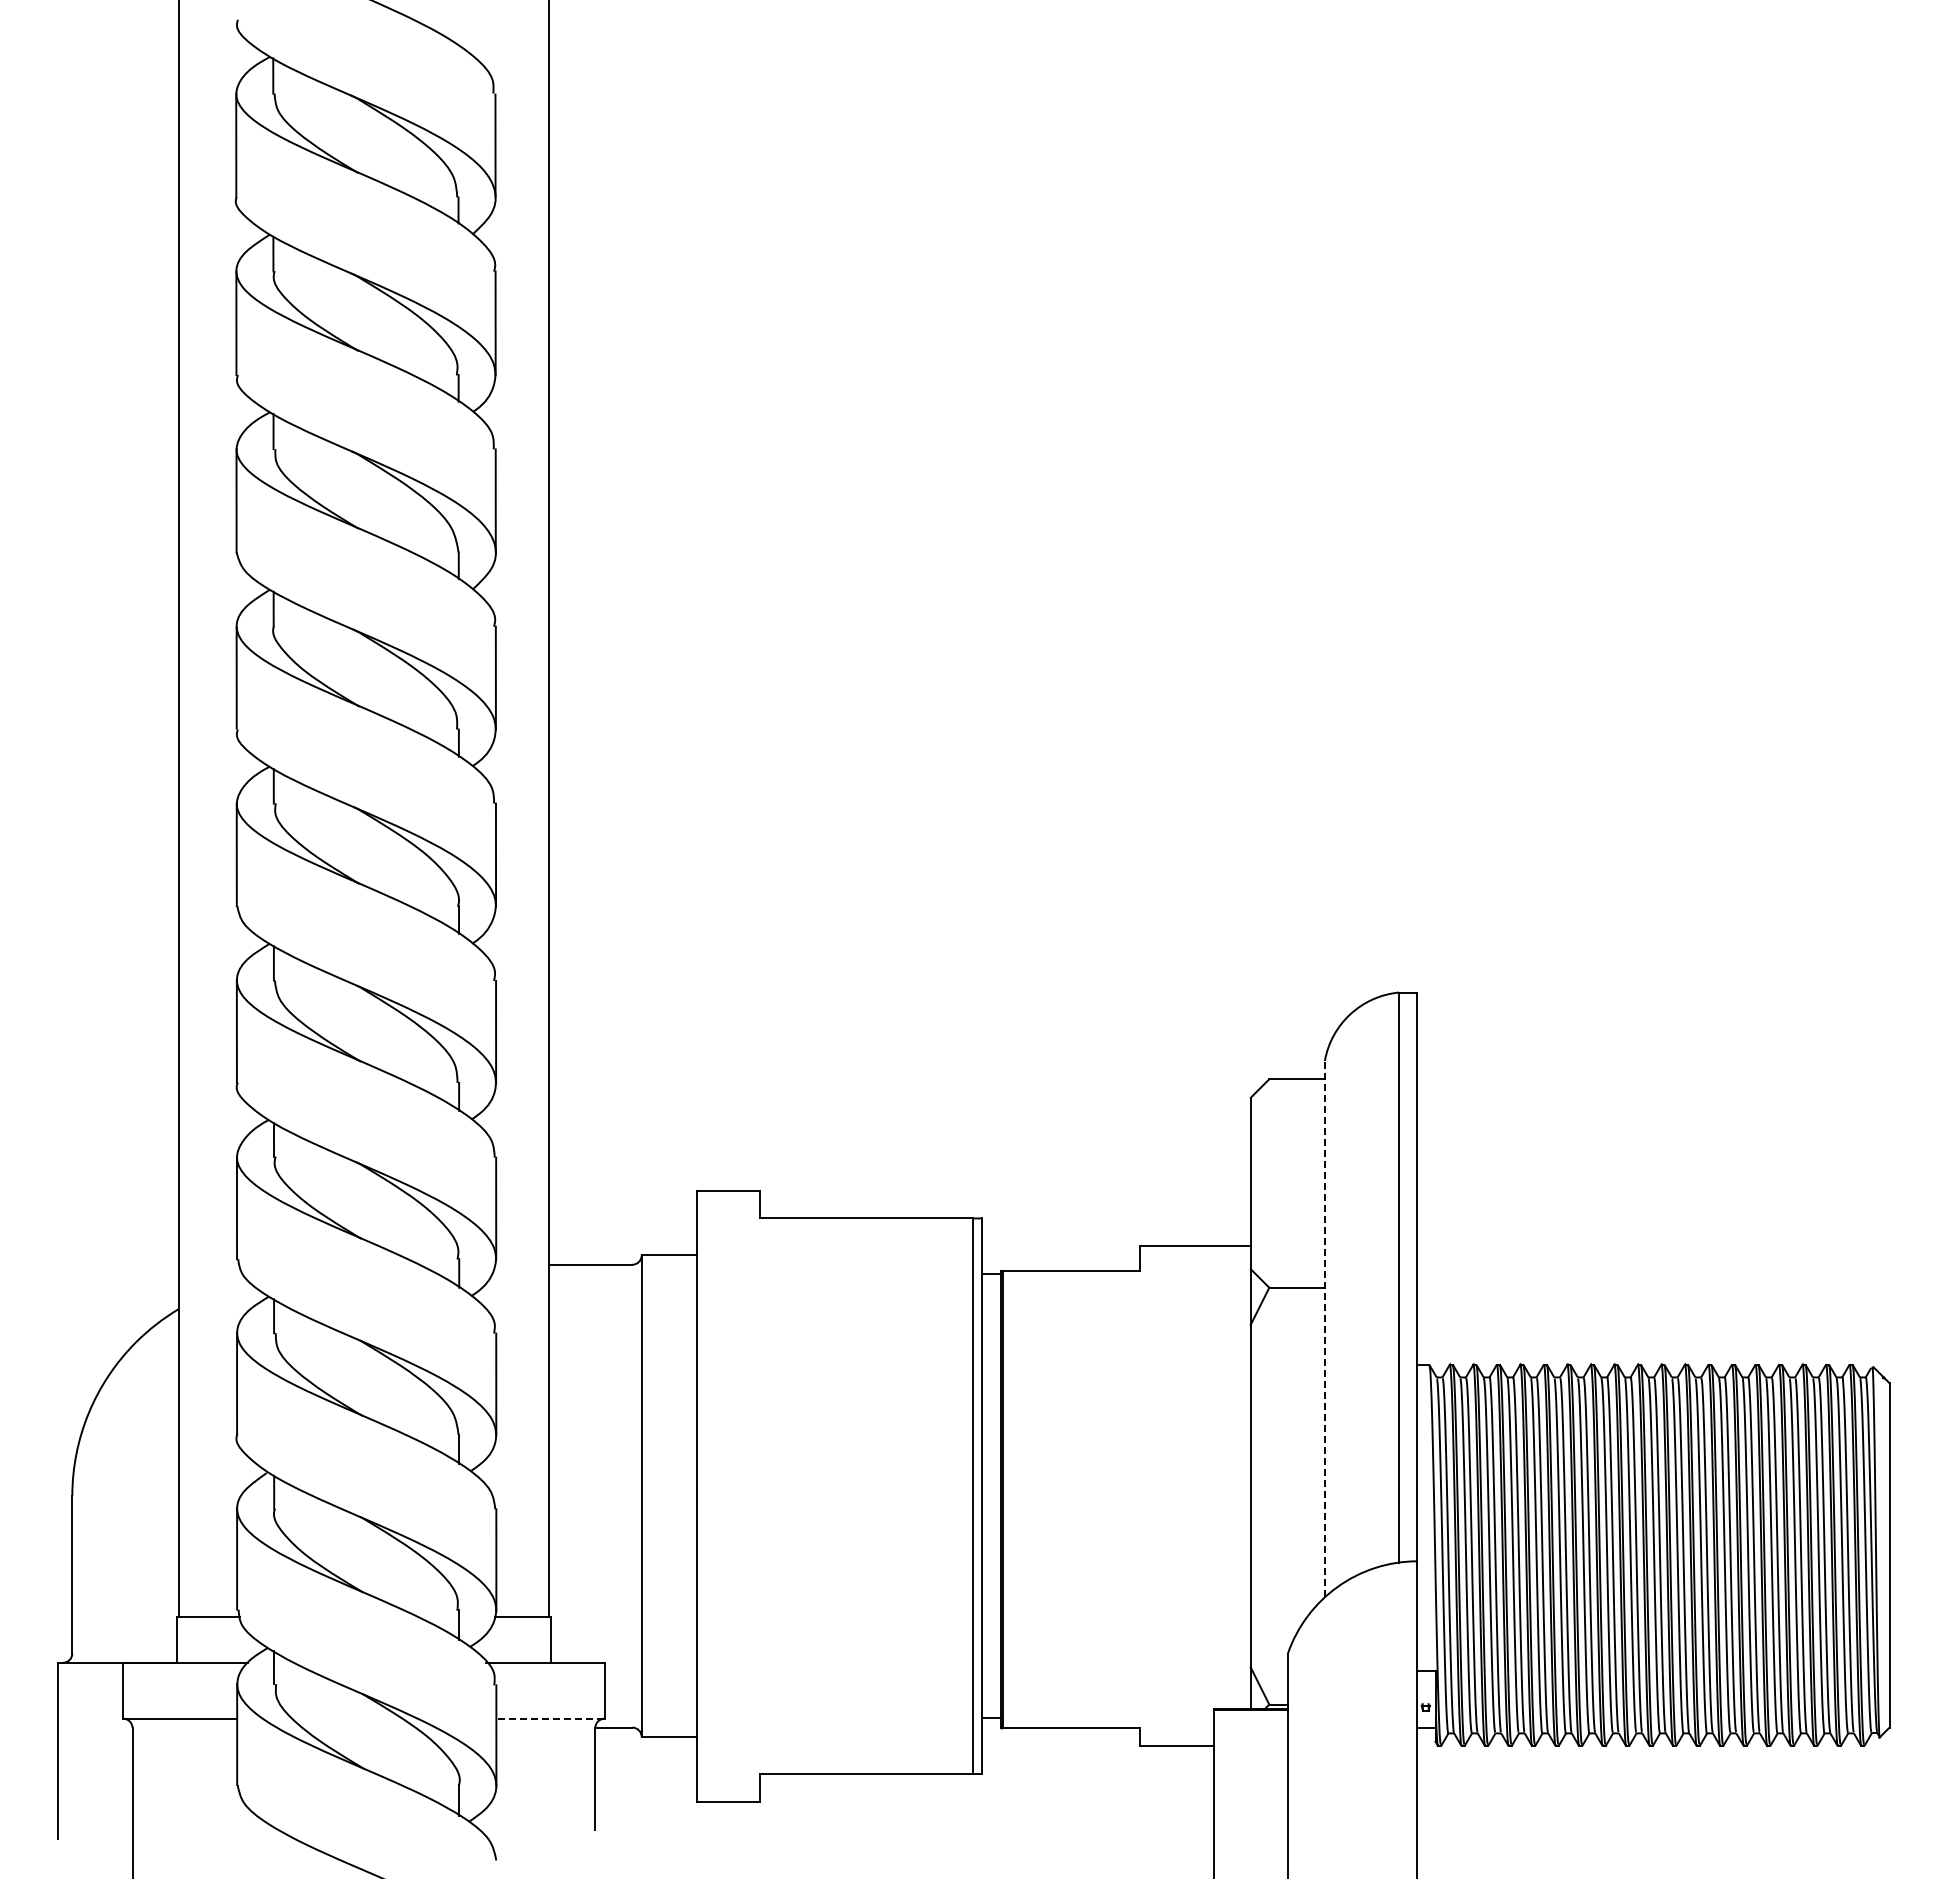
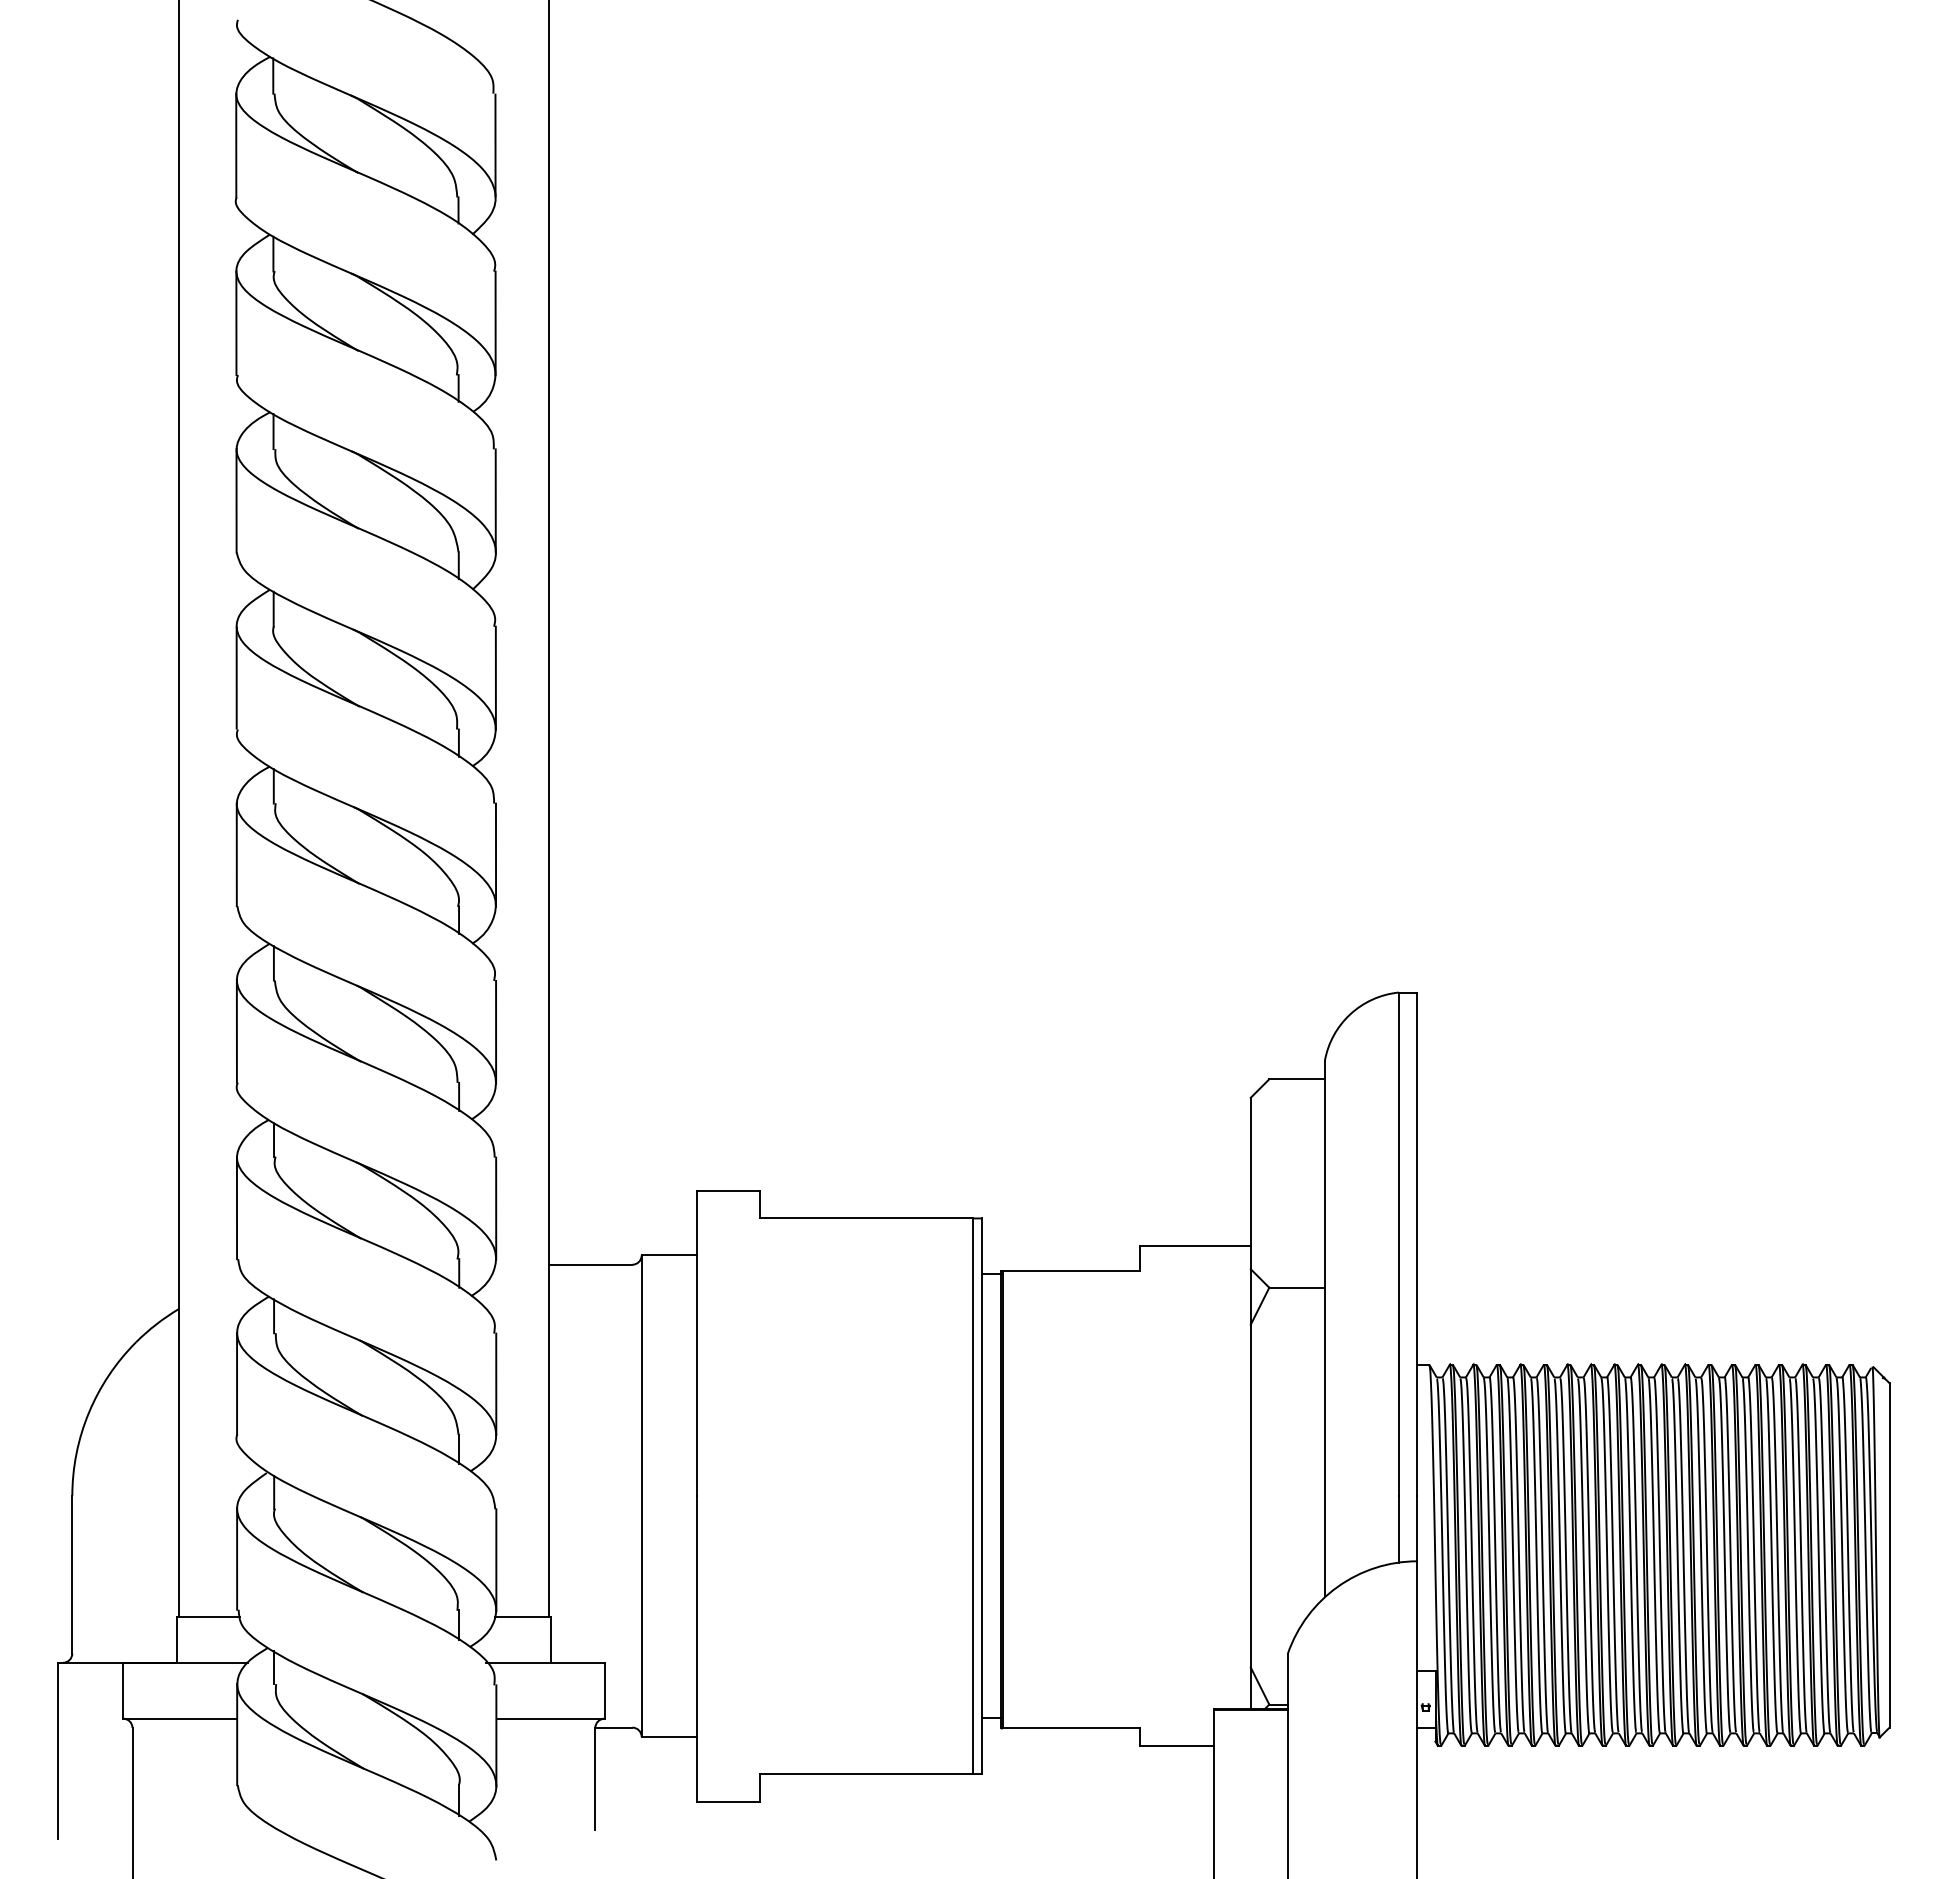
line at (1324, 1328): dashed -> solid
line at (551, 1718): dashed -> solid
